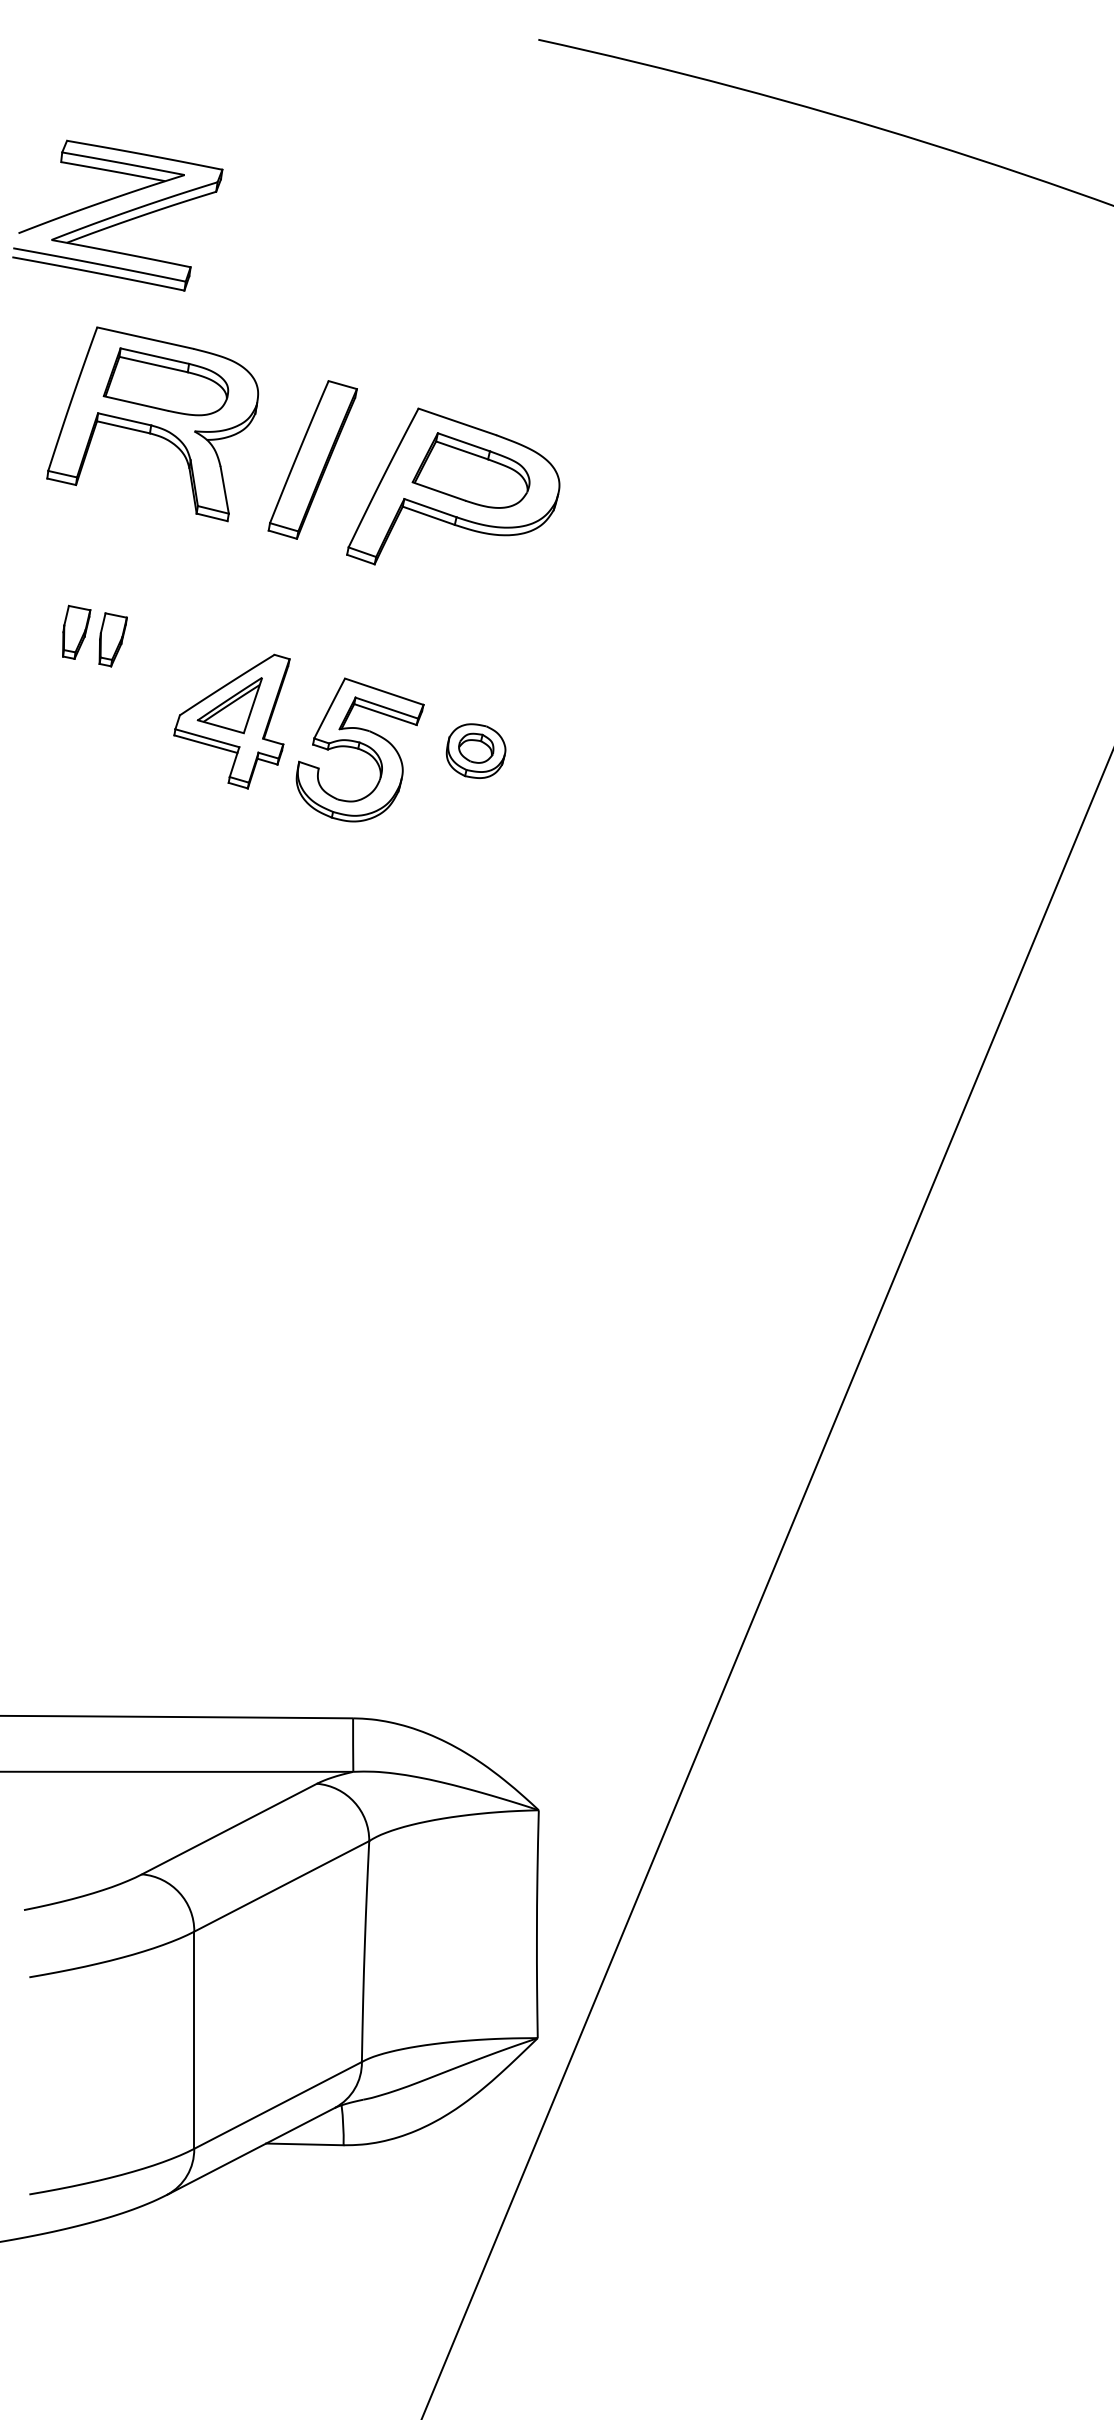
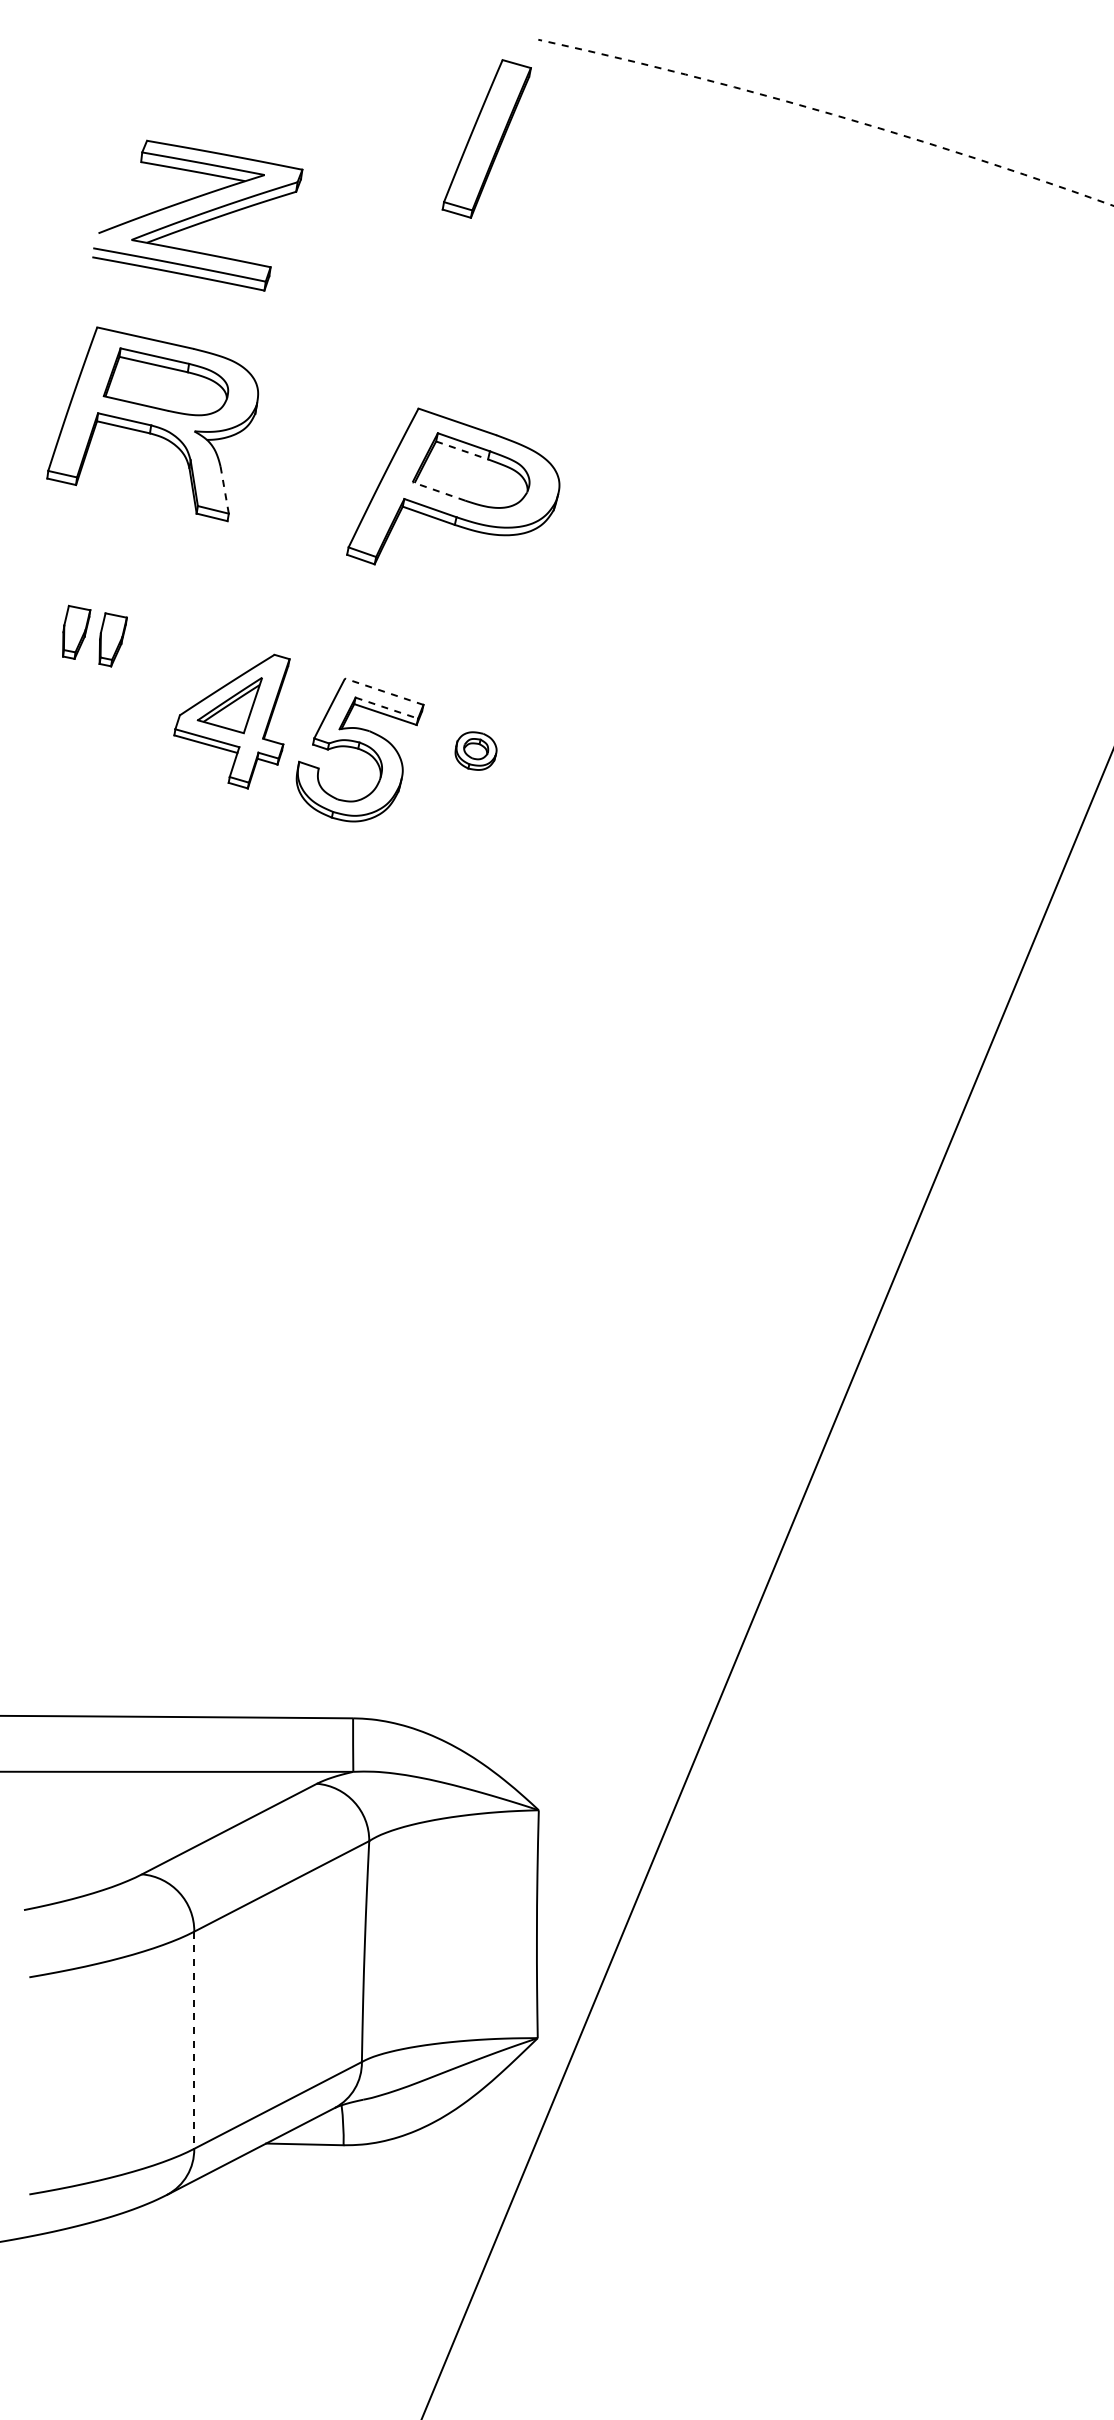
arc at (828, 113): solid -> dashed
part at (117, 215) position: (117, 215) -> (197, 215)
line at (462, 450): solid -> dashed
part at (312, 459) position: (312, 459) -> (486, 138)
line at (224, 490): solid -> dashed
line at (438, 491): solid -> dashed
line at (383, 691): solid -> dashed
line at (386, 708): solid -> dashed
part at (475, 750) size: 62x56 px -> 44x40 px
line at (194, 2040): solid -> dashed
